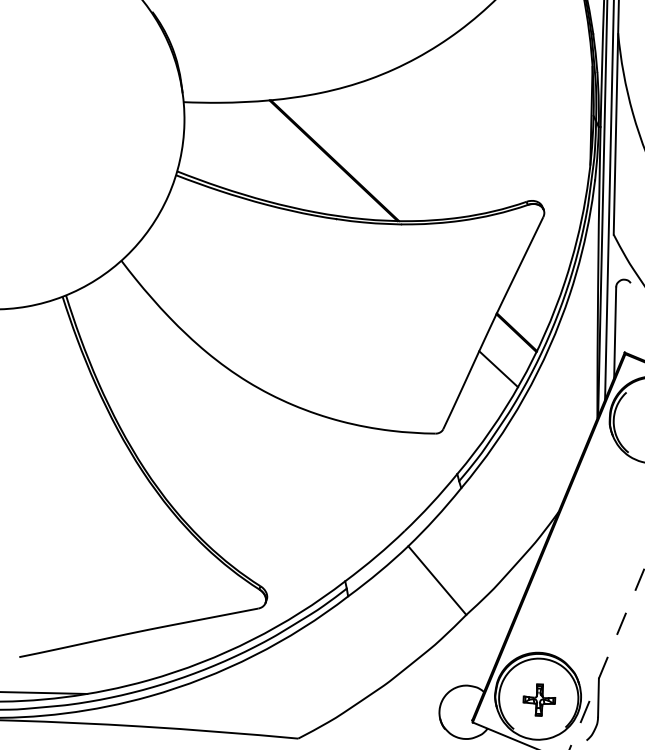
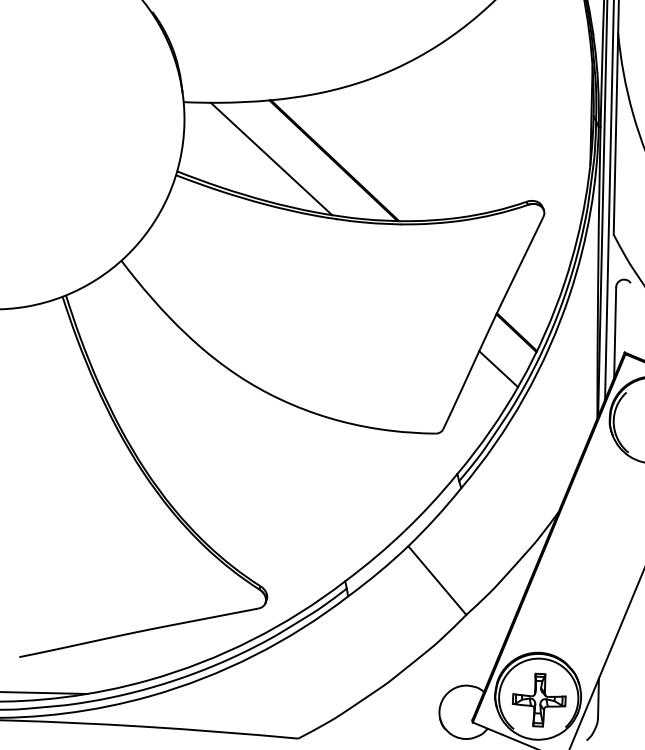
line at (271, 158): none -> present
line at (606, 659): dashed -> solid
part at (539, 699) size: 35x34 px -> 55x56 px
